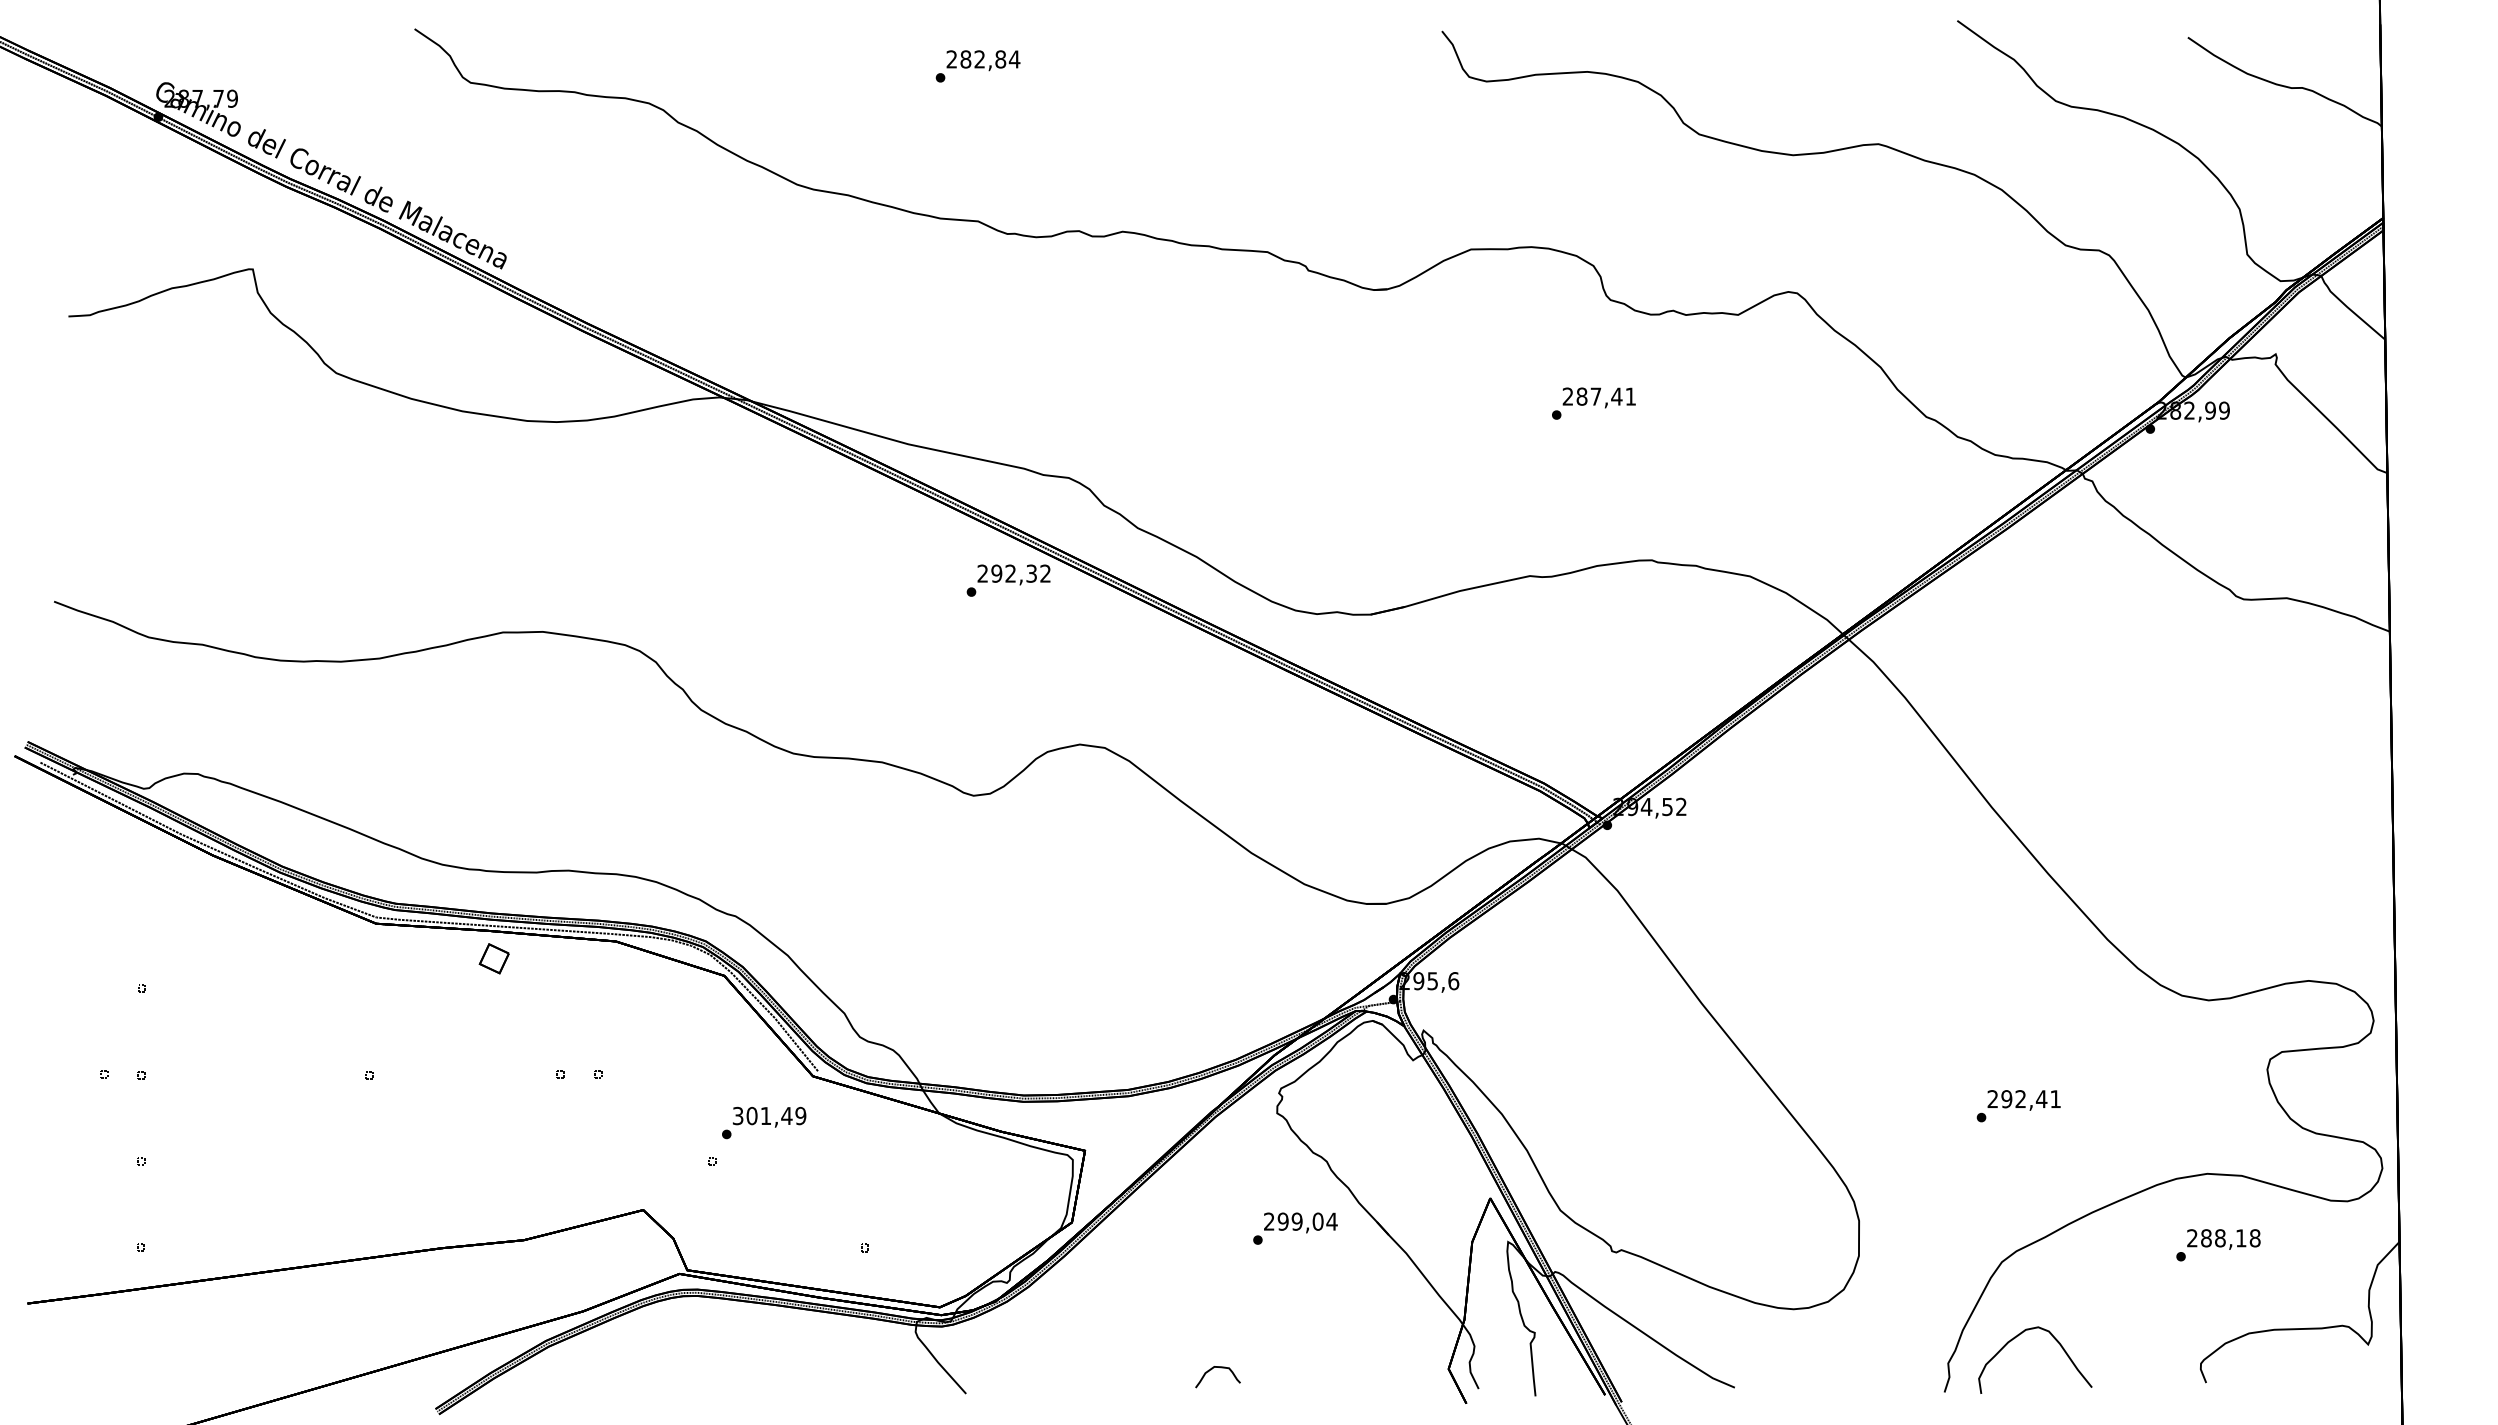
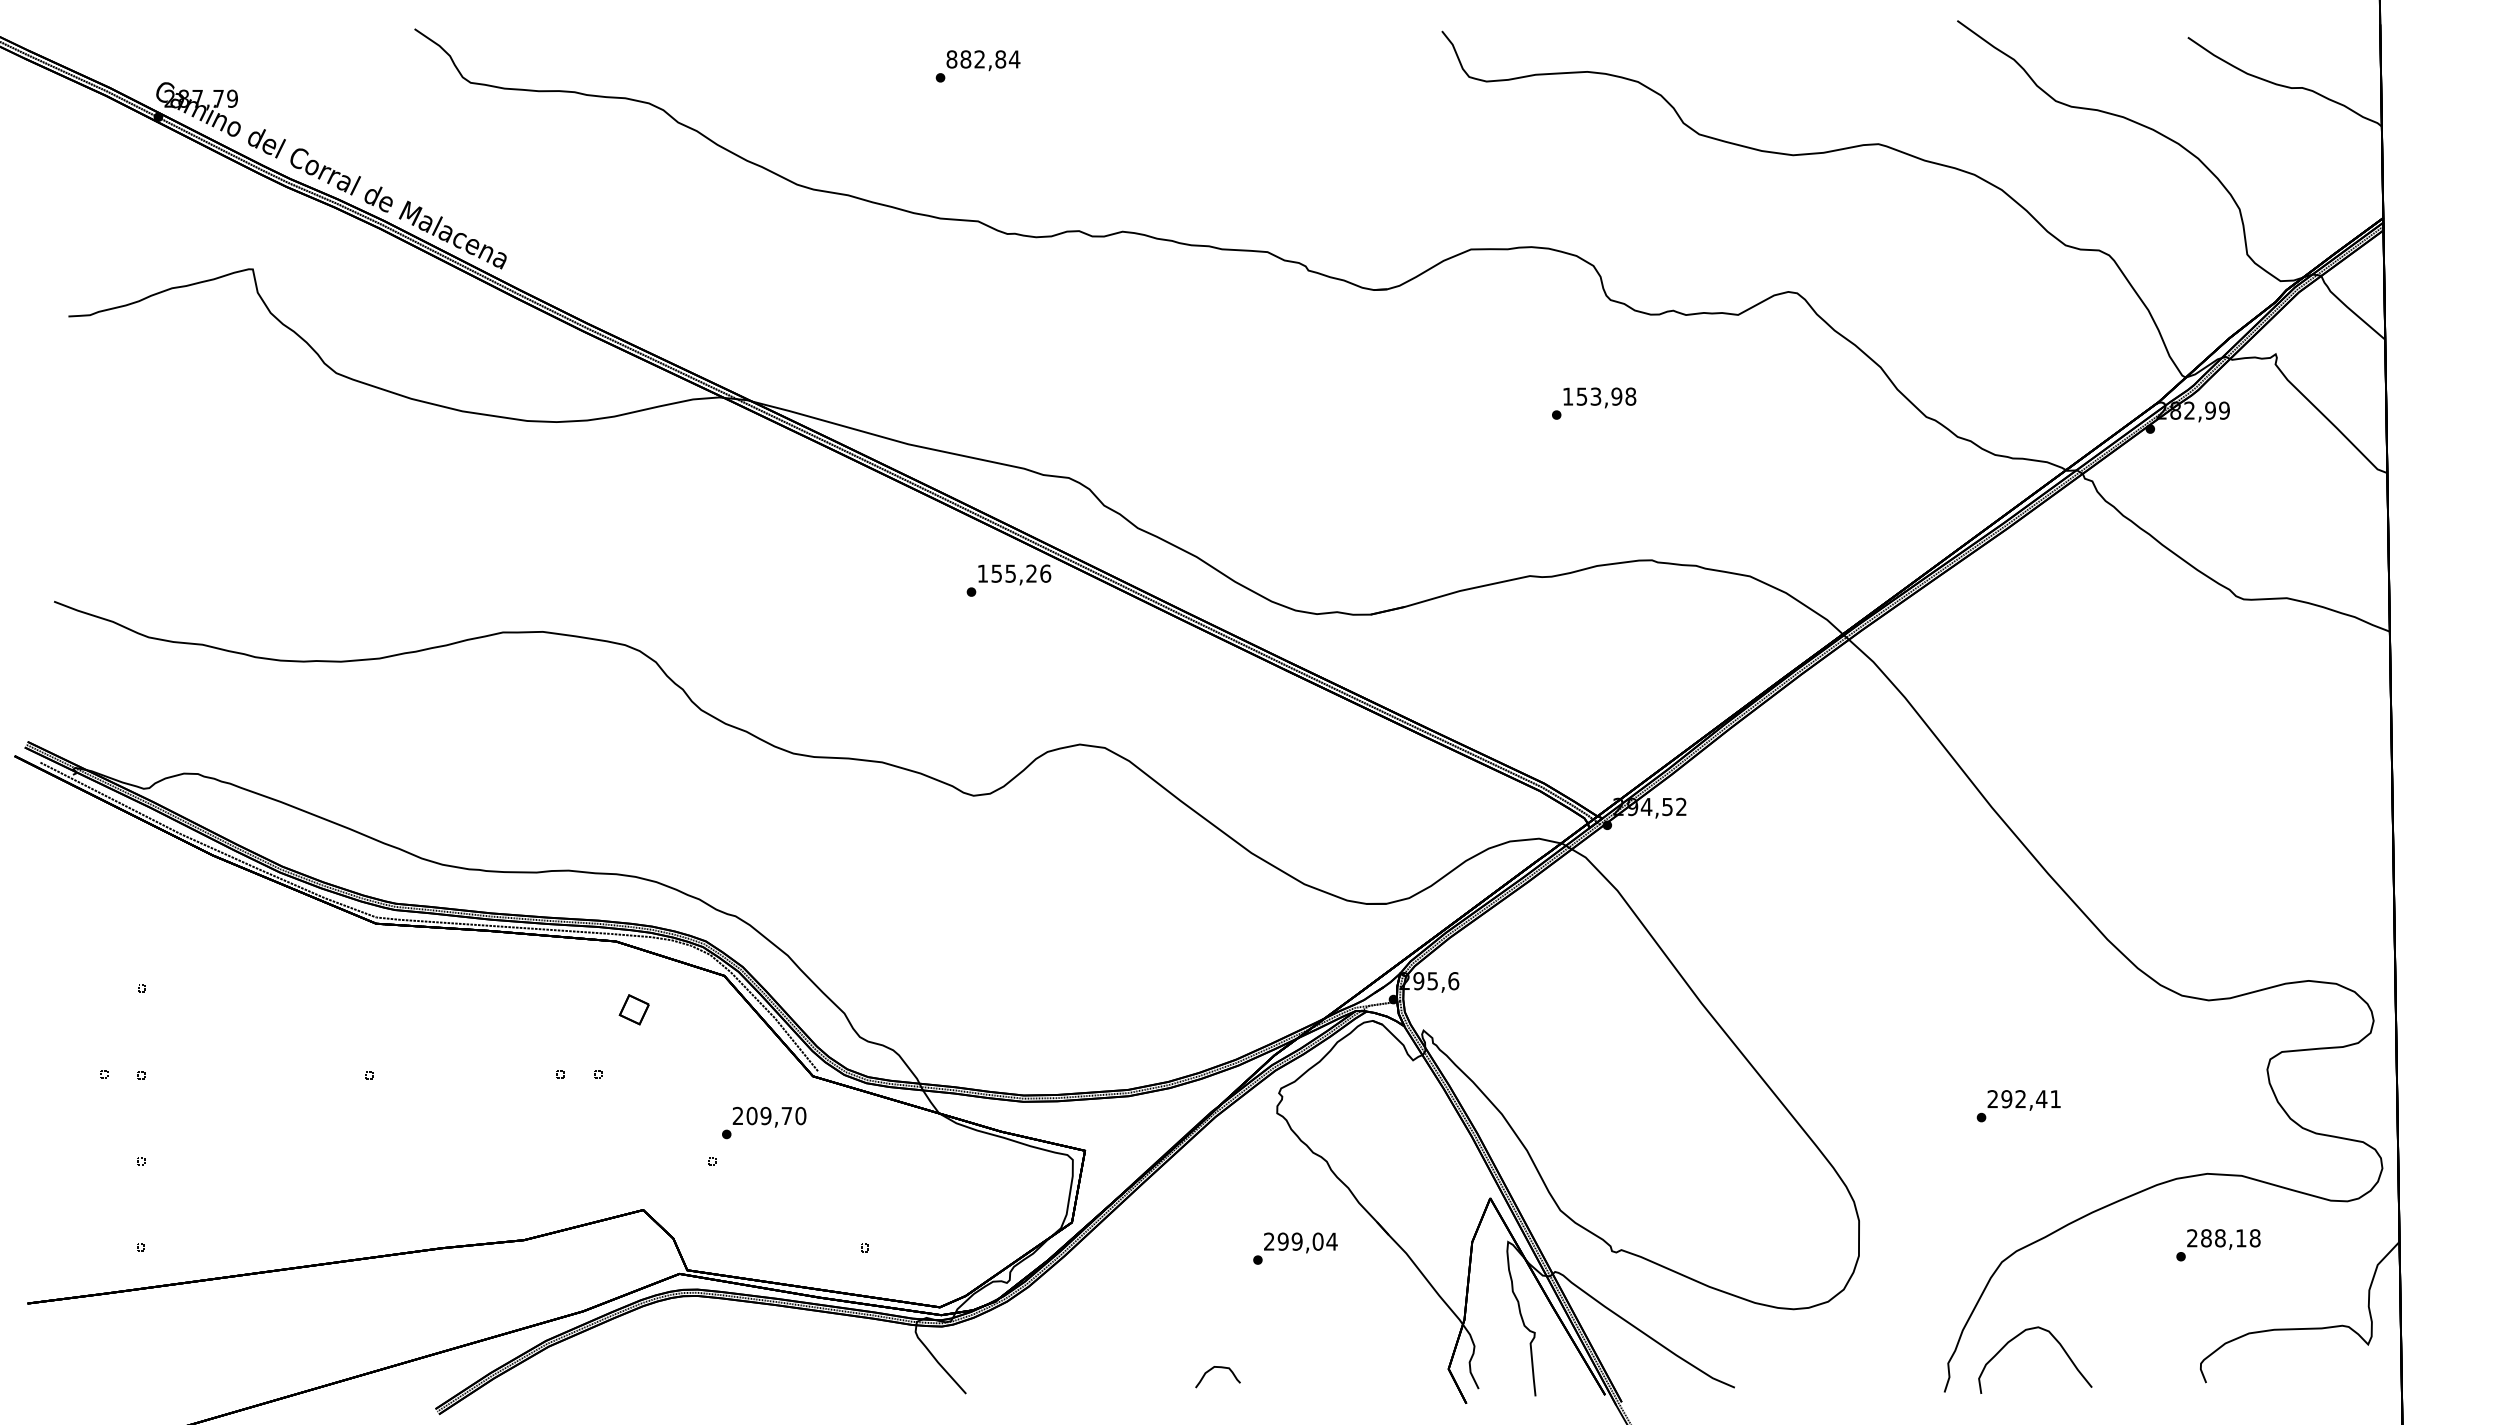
text at (951, 59): 282,84 -> 882,84
text at (1599, 396): 287,41 -> 153,98
text at (1014, 573): 292,32 -> 155,26
part at (493, 958) position: (493, 958) -> (633, 1009)
text at (769, 1115): 301,49 -> 209,70
text at (1295, 1228) position: (1295, 1228) -> (1295, 1248)
